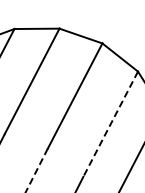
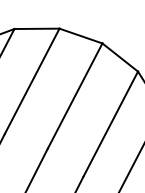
line at (110, 124): dashed -> solid
line at (36, 170): dashed -> solid
